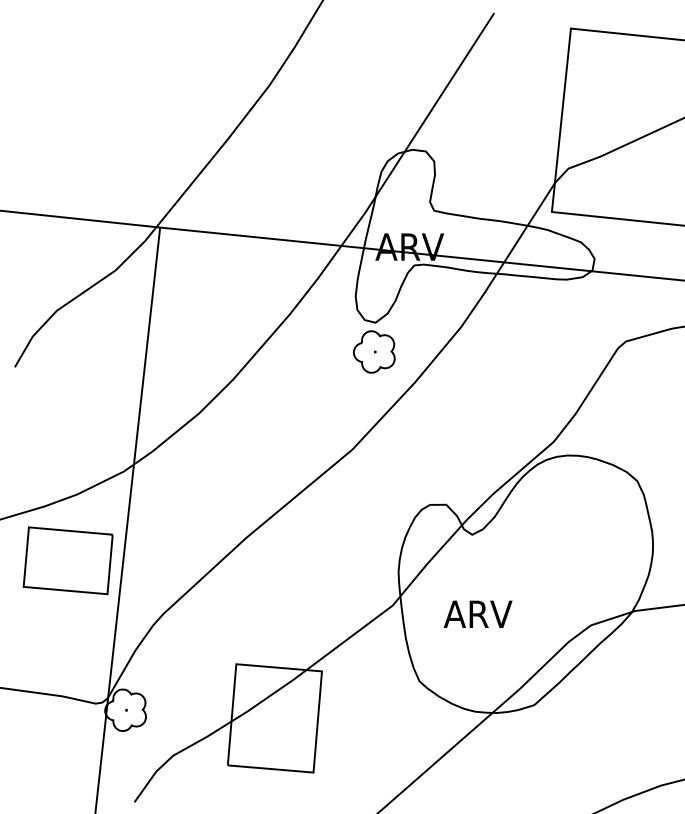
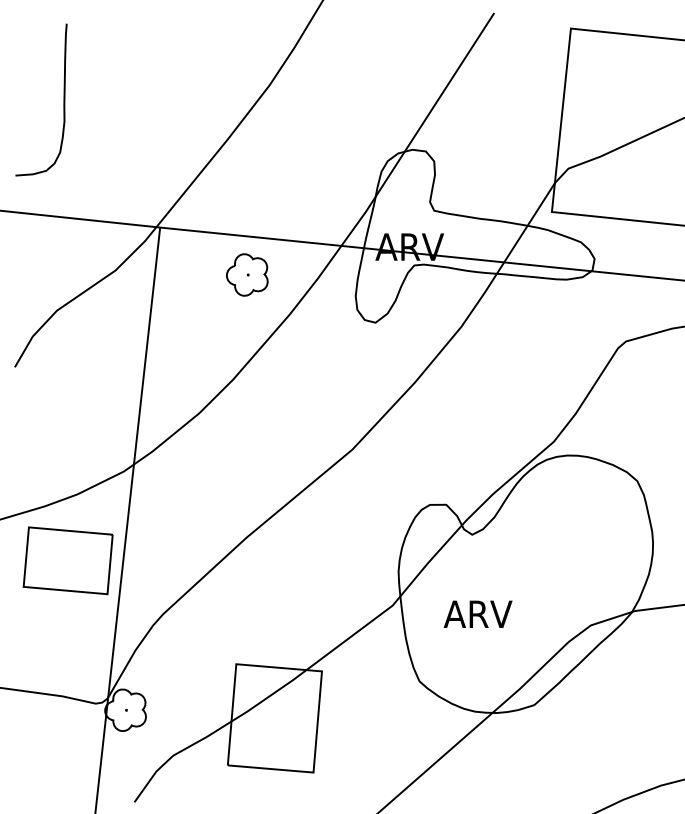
curve at (63, 99): none -> present
part at (374, 351) position: (374, 351) -> (247, 274)
